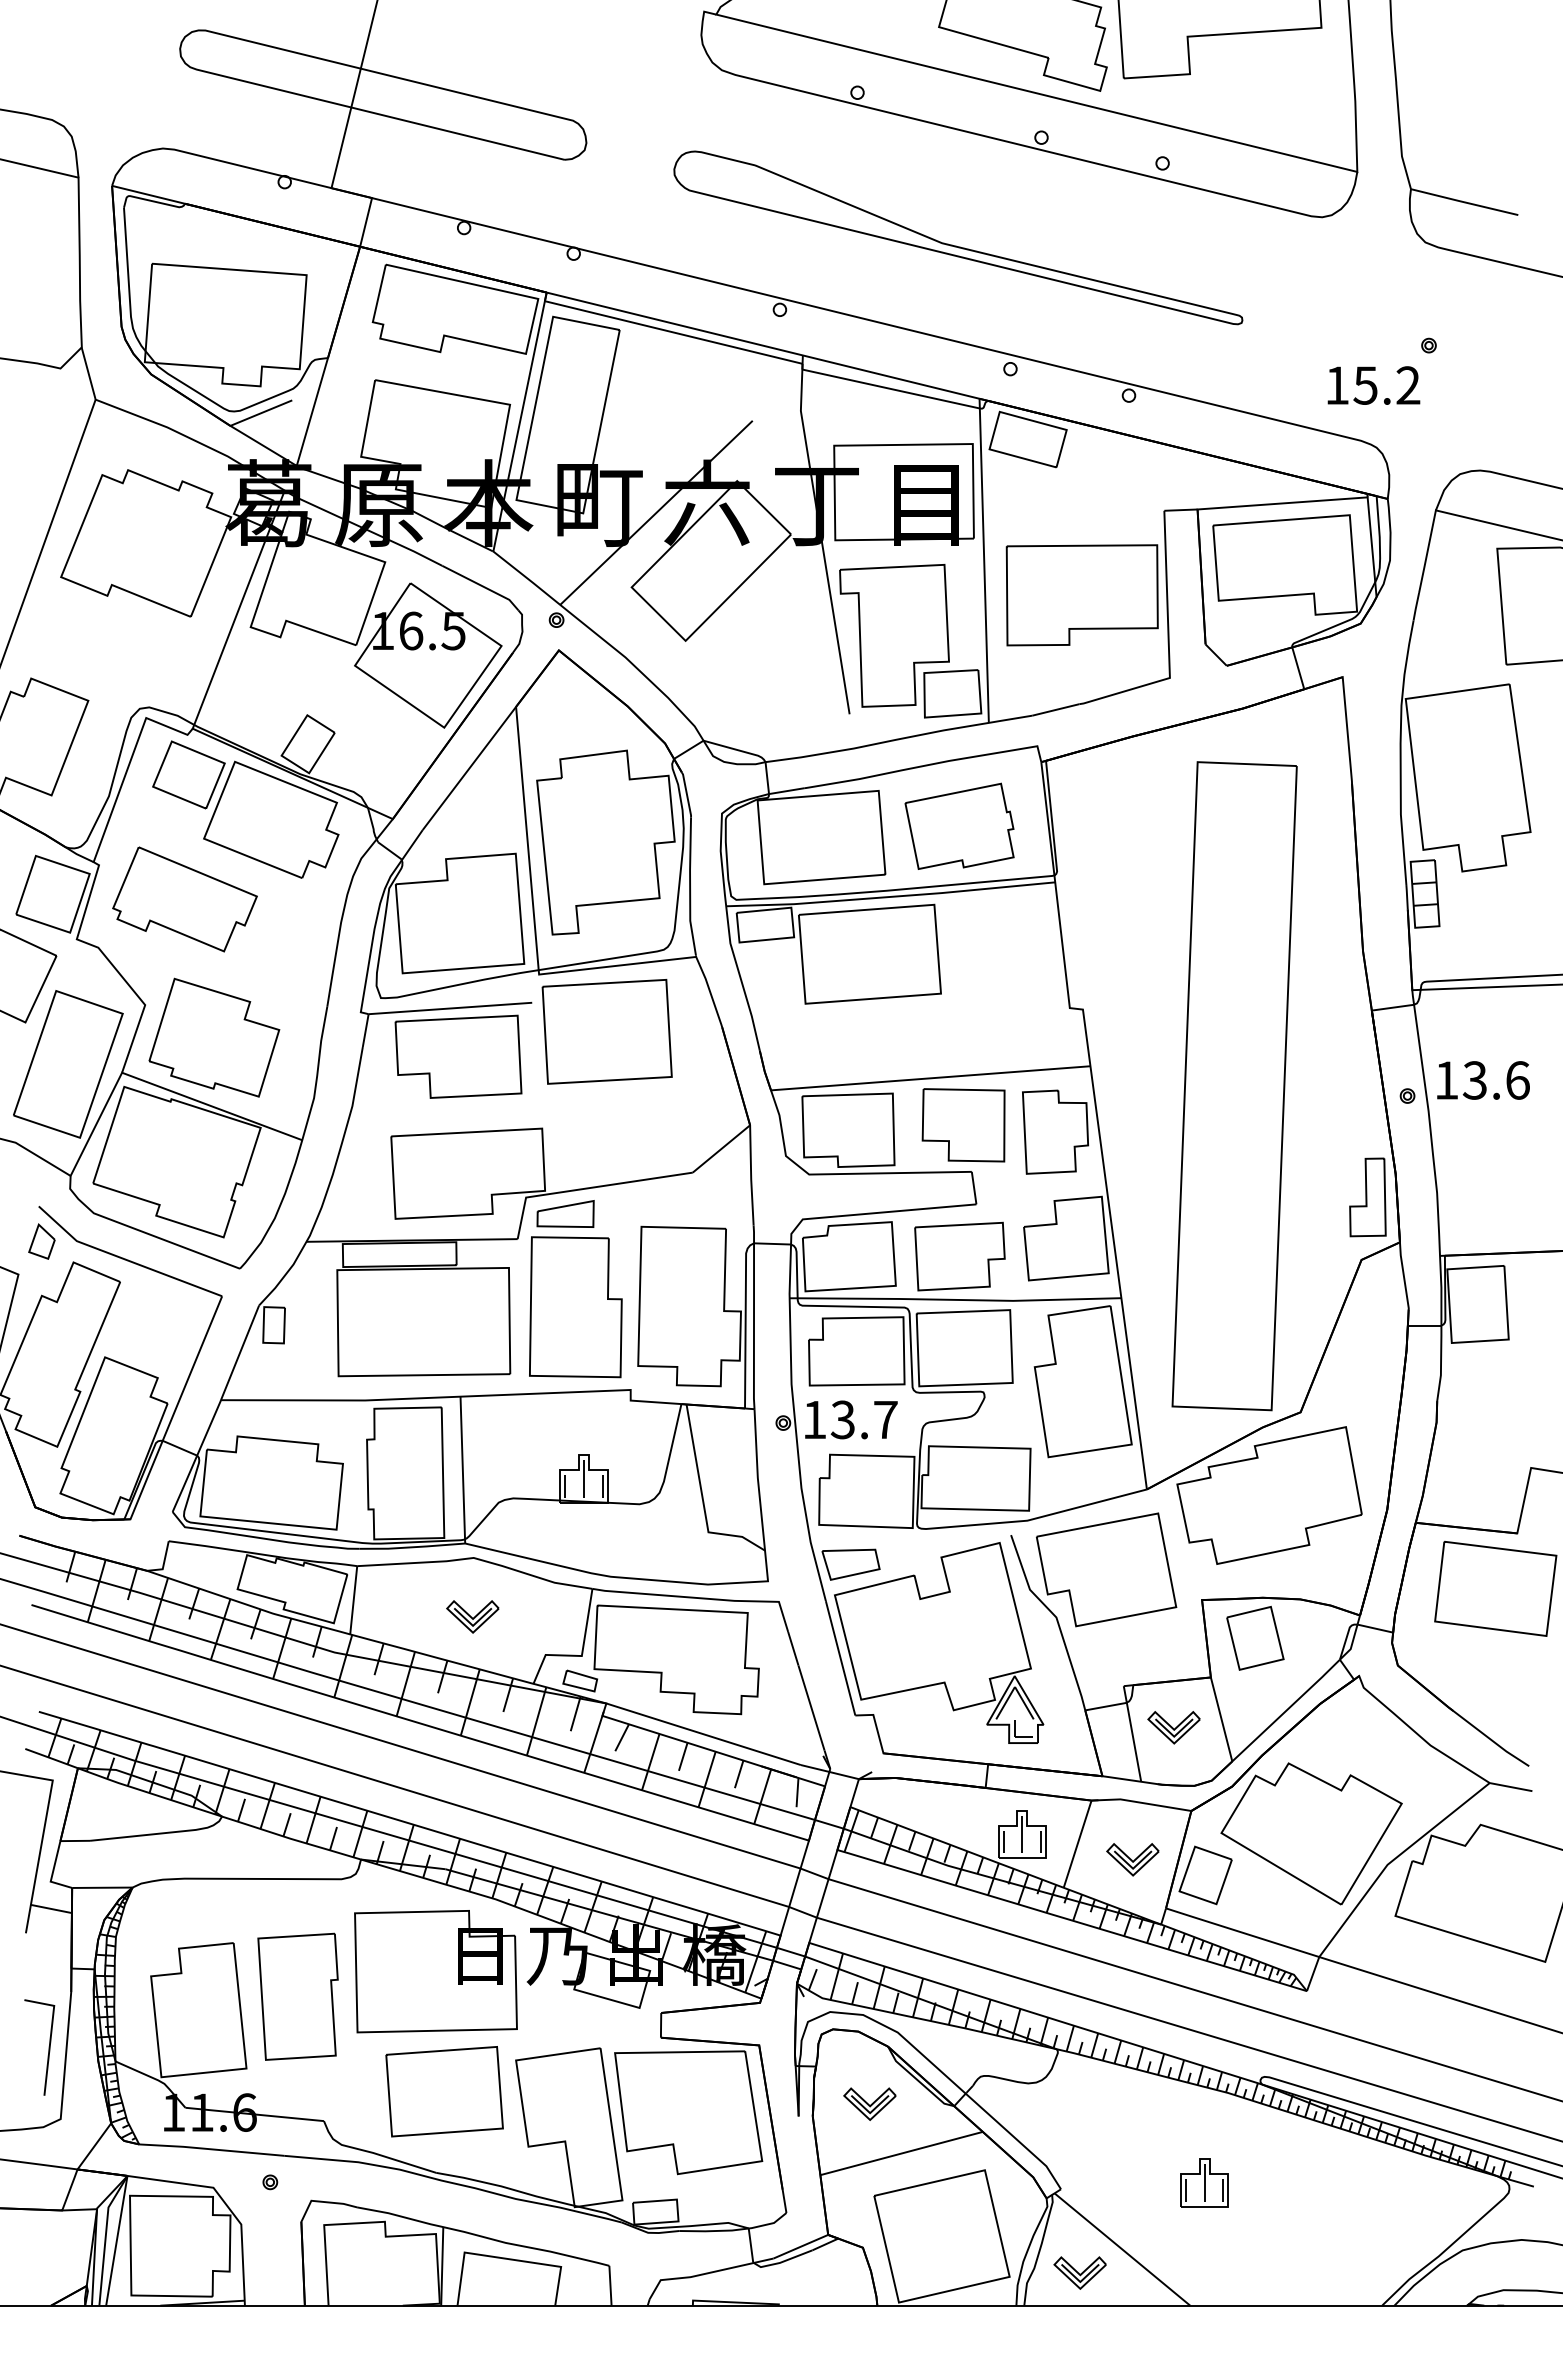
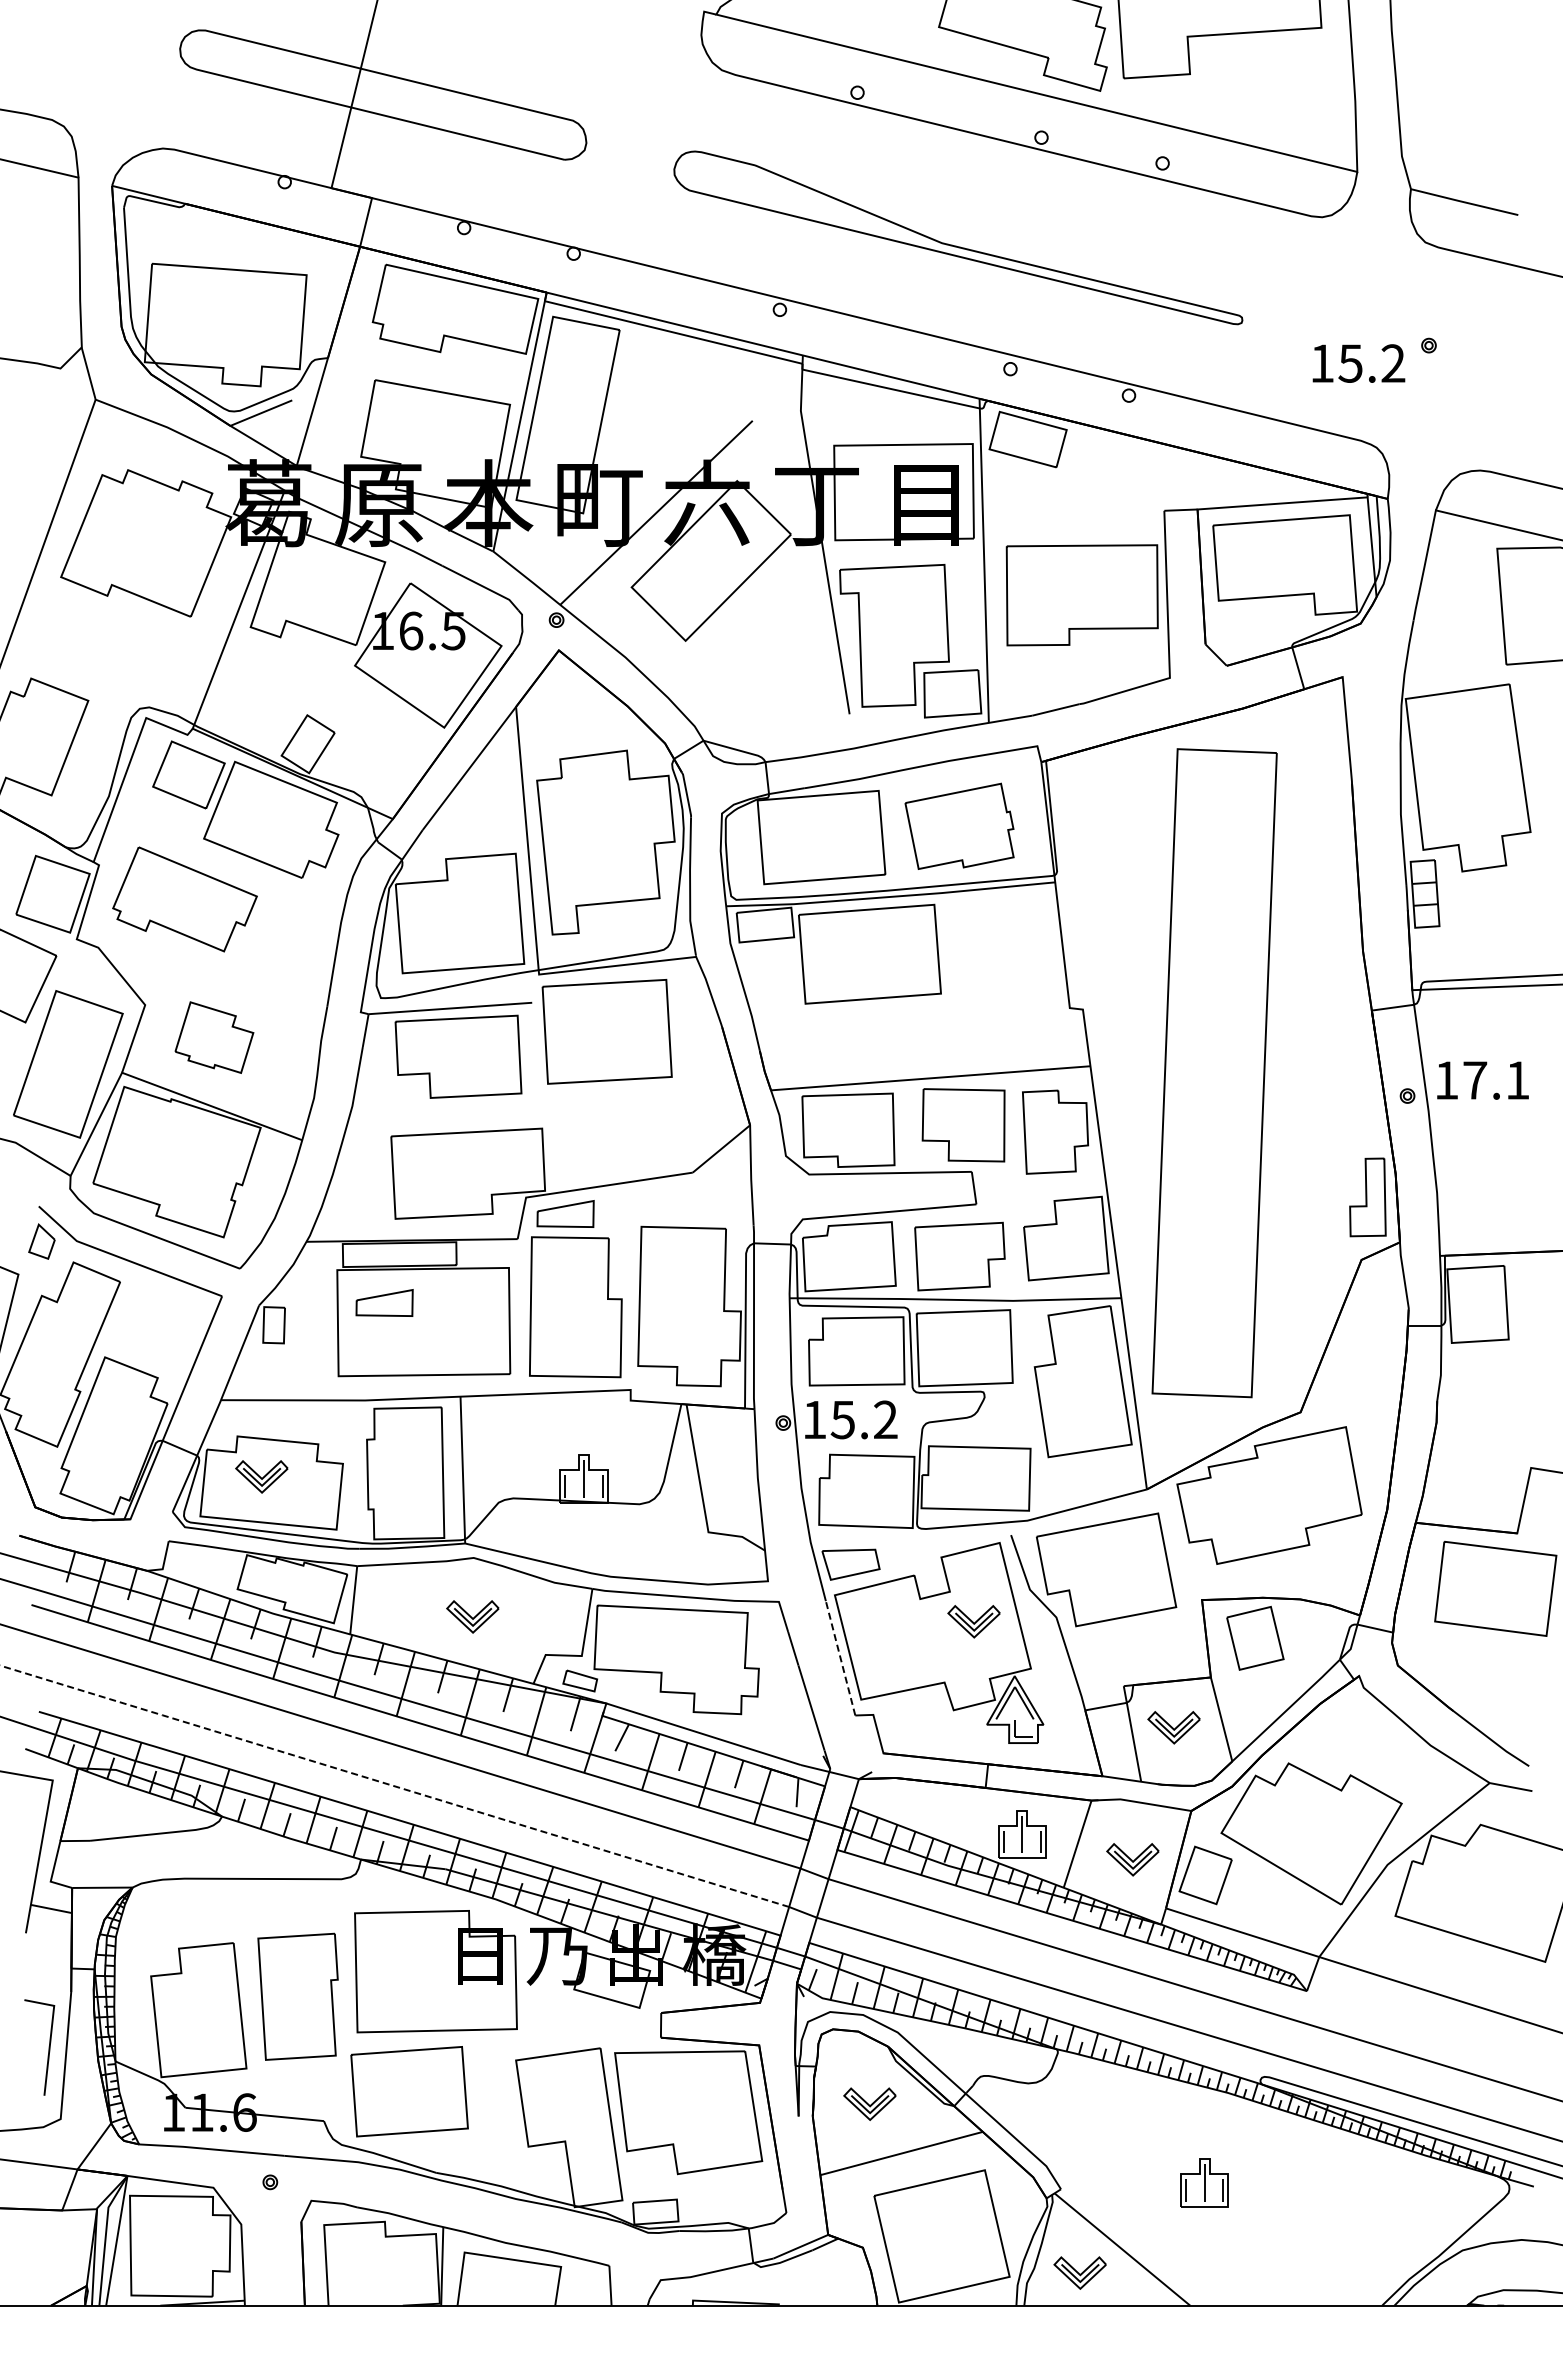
text at (1373, 385) position: (1373, 385) -> (1358, 363)
part at (214, 1037) size: 133x121 px -> 81x73 px
text at (1495, 1080): 13.6 -> 17.1
part at (1234, 1086) position: (1234, 1086) -> (1214, 1073)
part at (384, 1302): none -> present
text at (863, 1419): 13.7 -> 15.2
part at (261, 1476): none -> present
part at (973, 1621): none -> present
line at (840, 1657): solid -> dashed
line at (394, 1786): solid -> dashed
part at (444, 2091) position: (444, 2091) -> (409, 2091)
